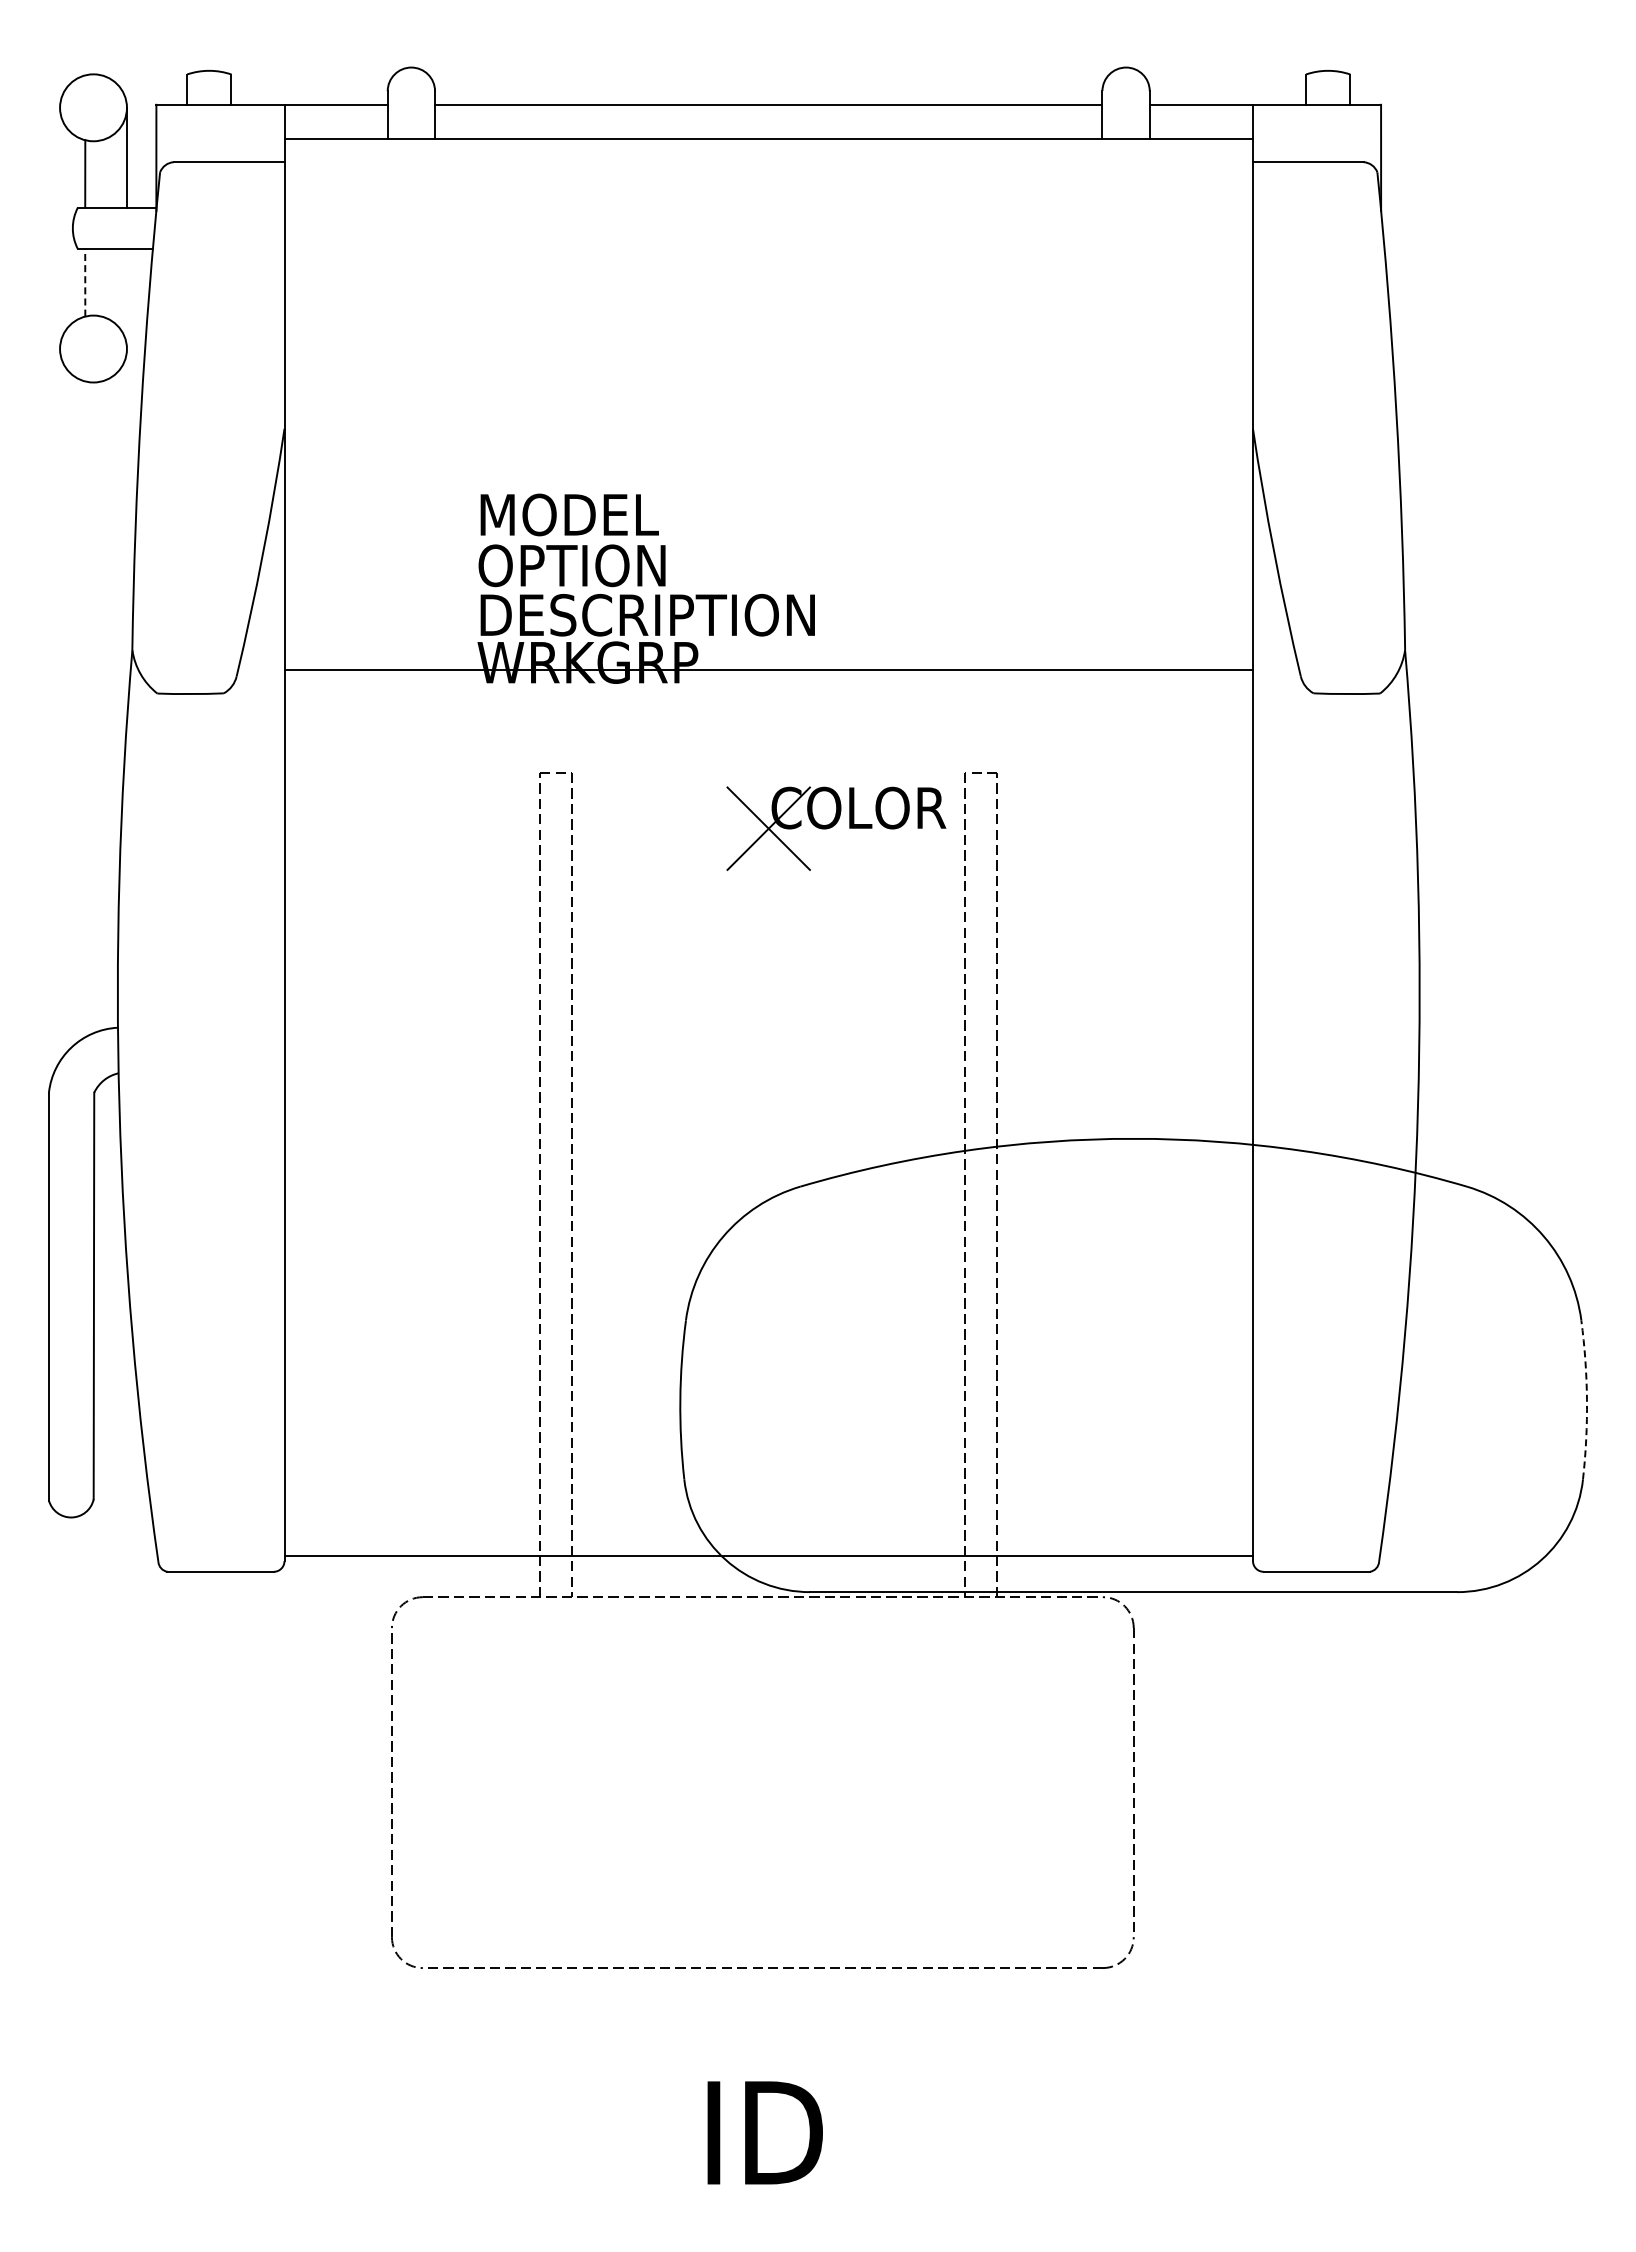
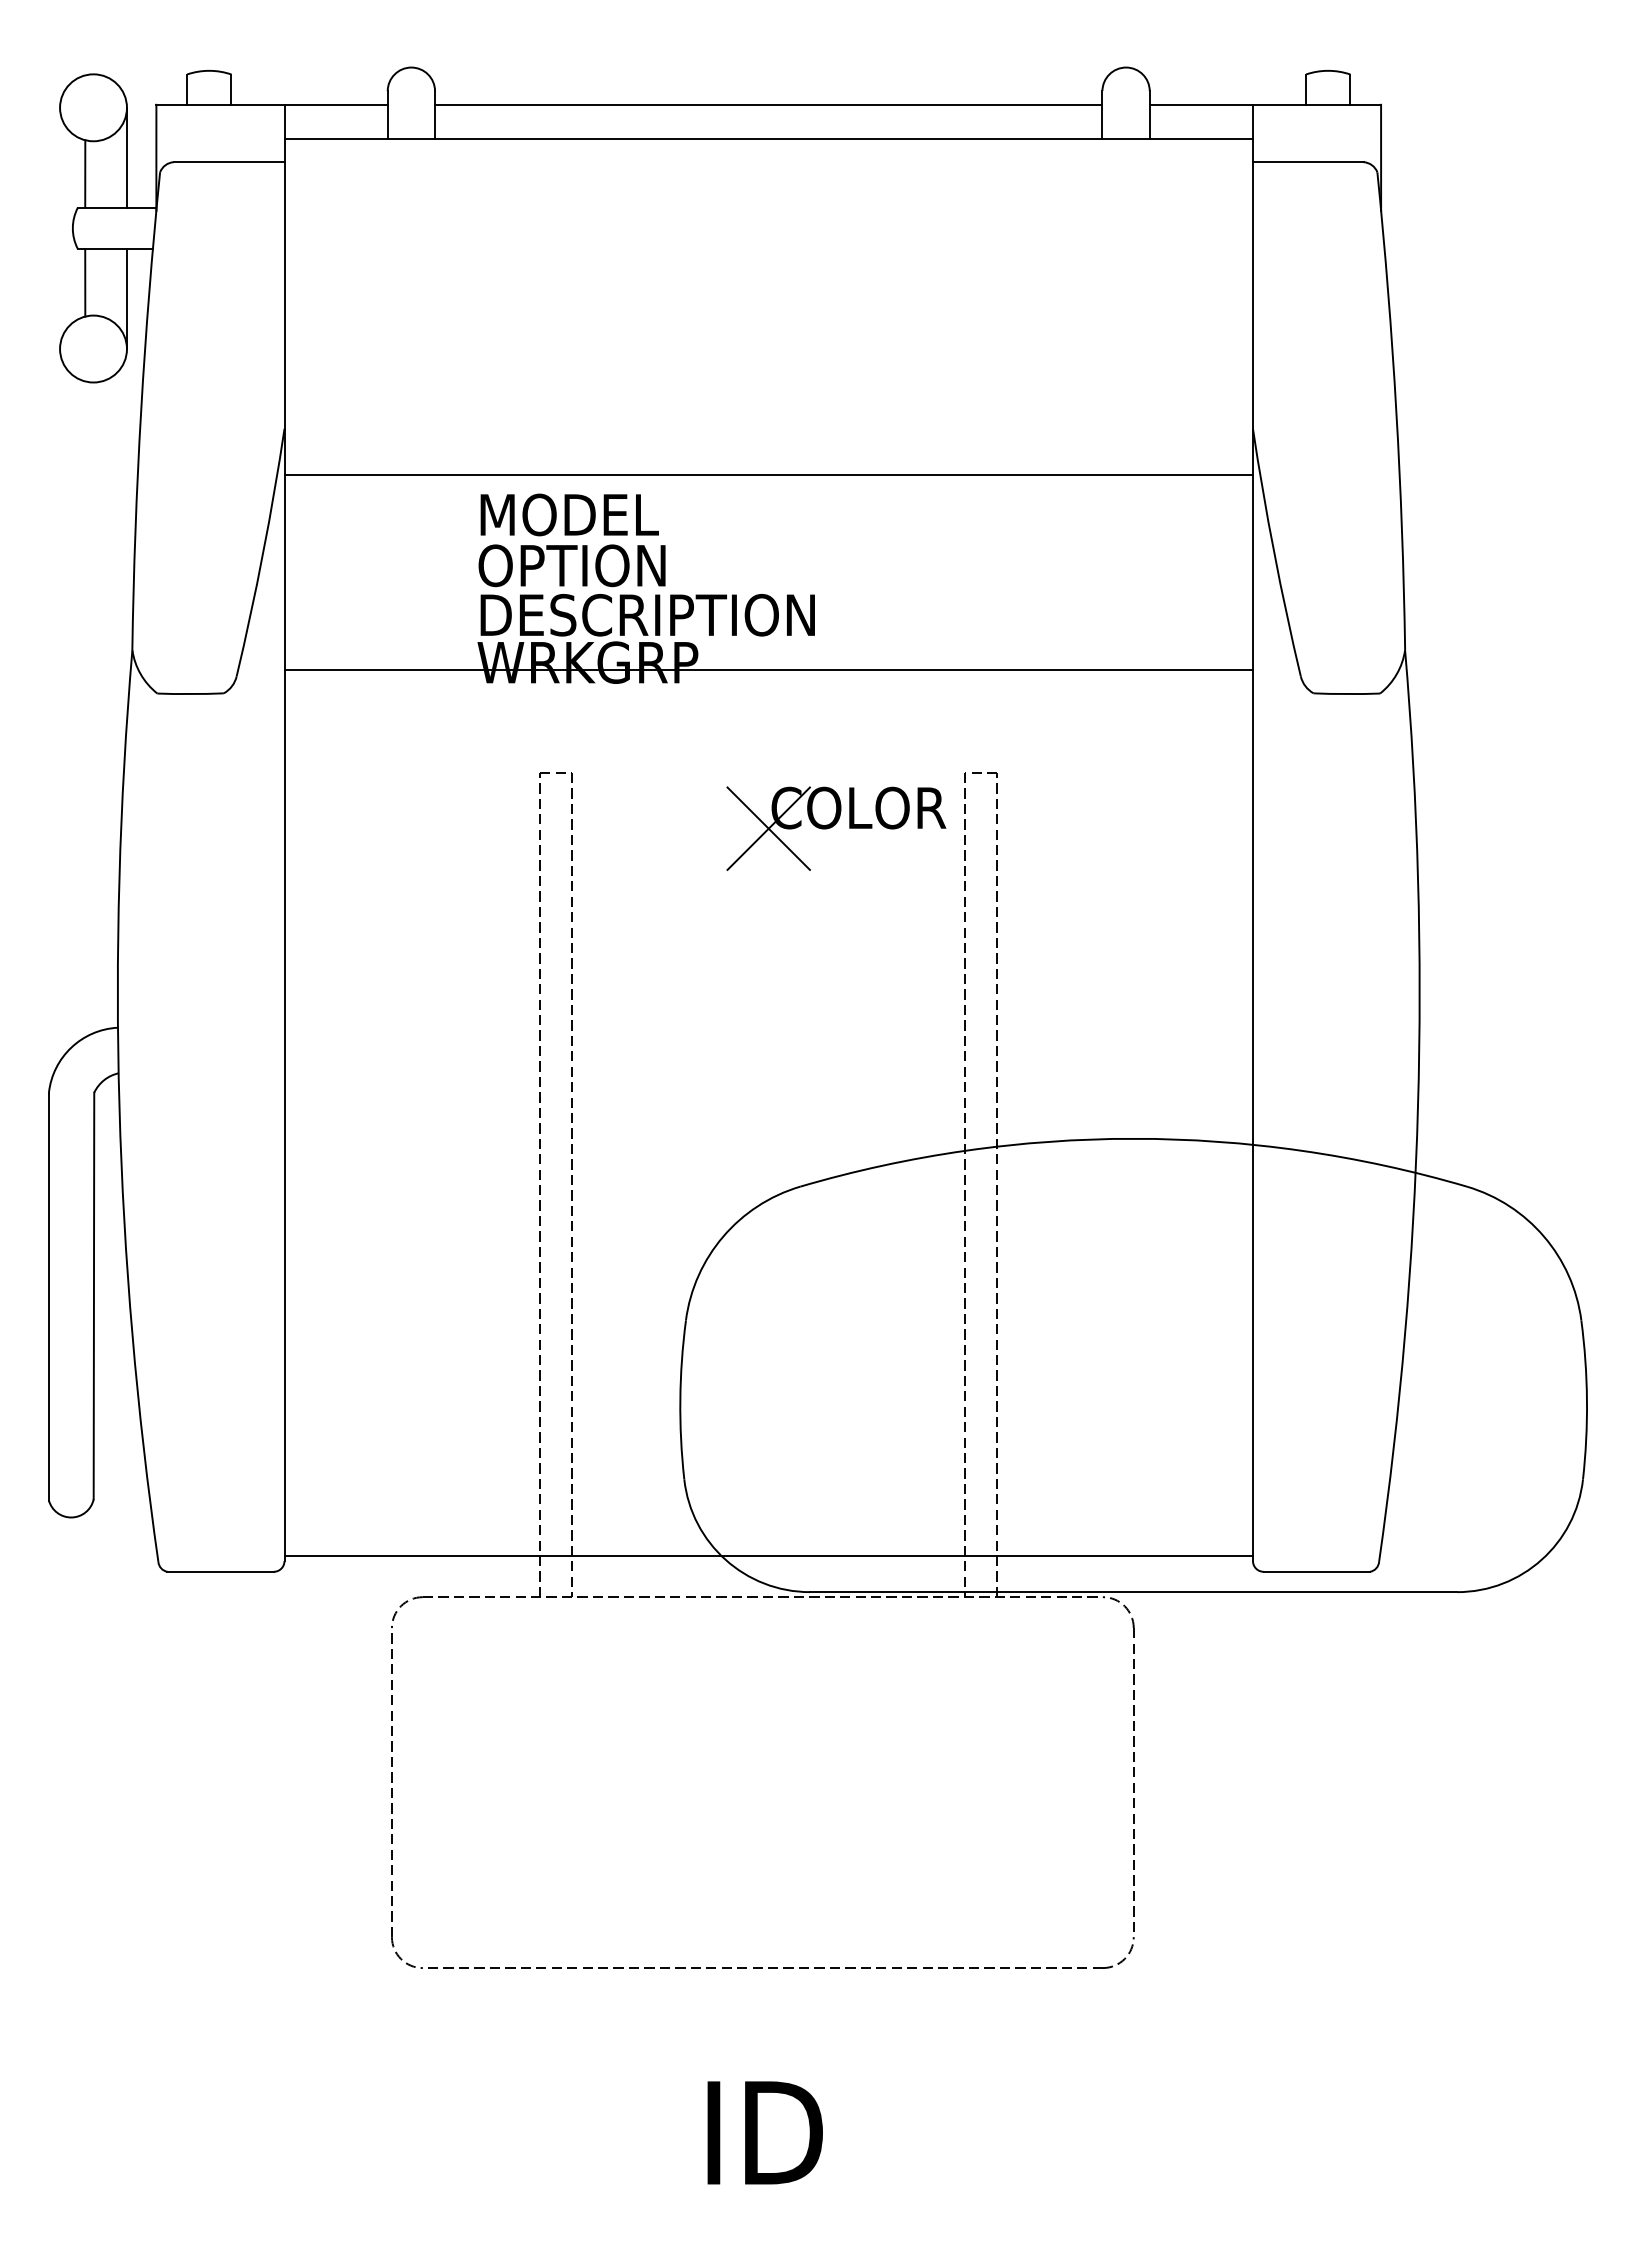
line at (85, 282): dashed -> solid
line at (126, 298): none -> present
line at (768, 475): none -> present
arc at (1586, 1399): dashed -> solid
